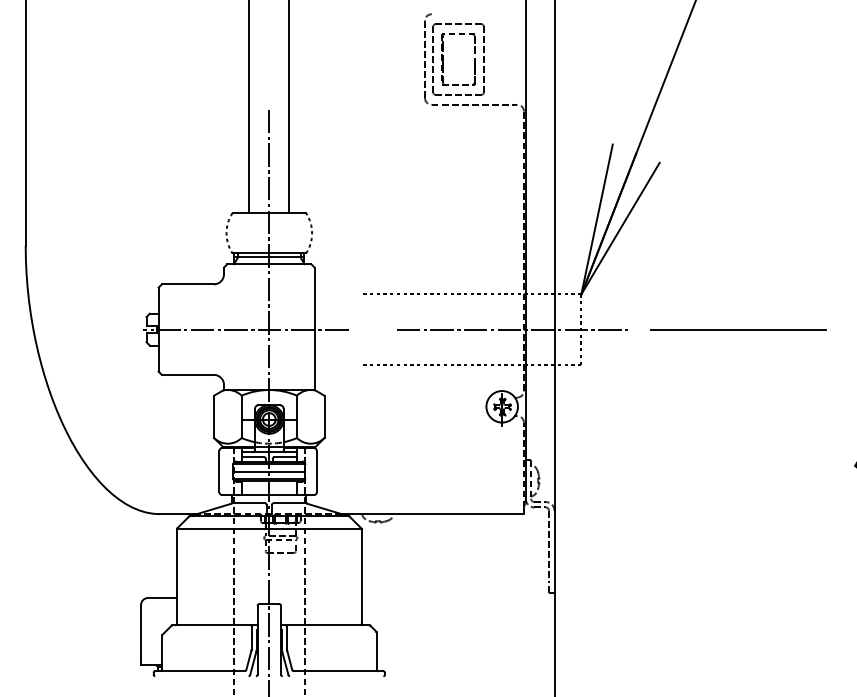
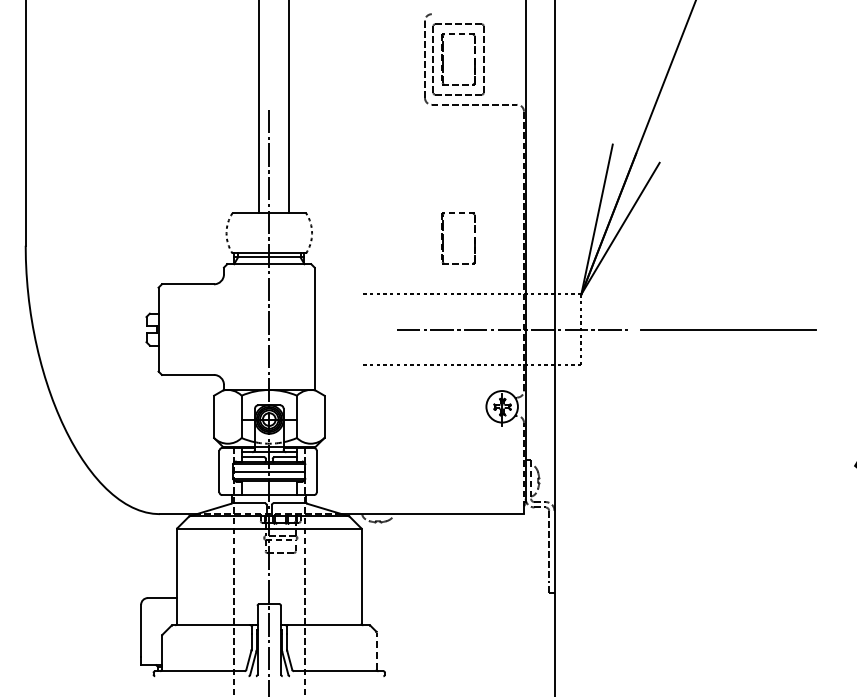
line at (249, 107) position: (249, 107) -> (259, 107)
part at (443, 238): none -> present
line at (245, 329): present -> none
line at (738, 329) position: (738, 329) -> (728, 329)
line at (376, 650): solid -> dashed
